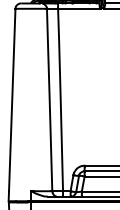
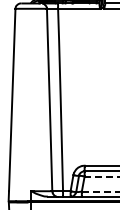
line at (101, 176): solid -> dashed
line at (100, 191): solid -> dashed
